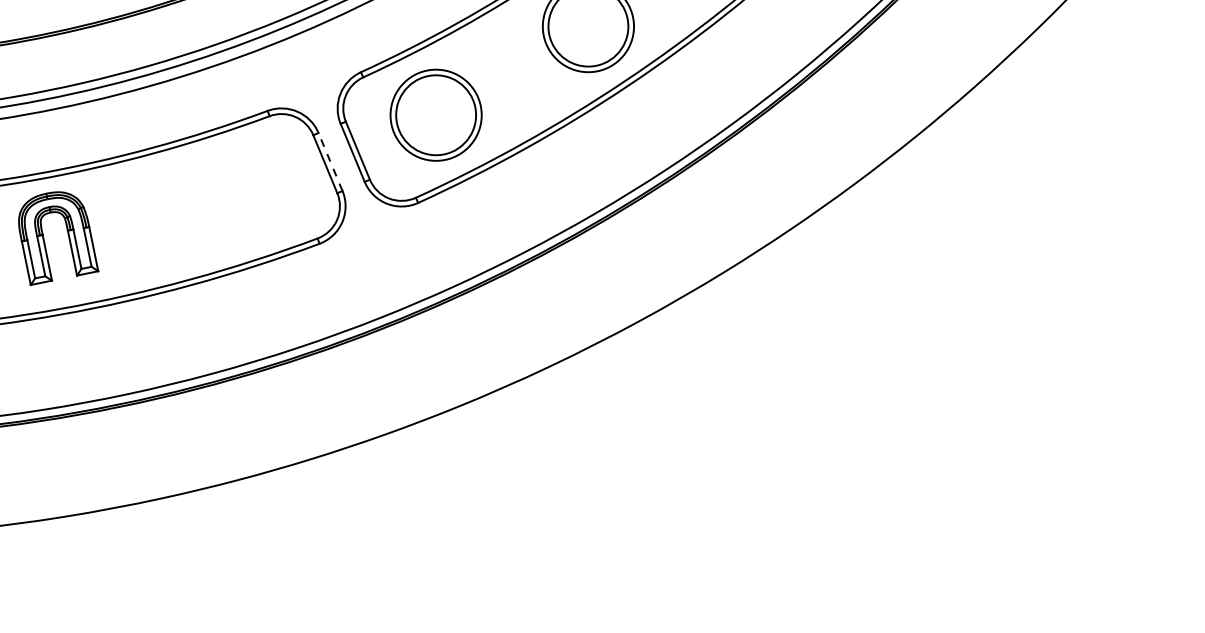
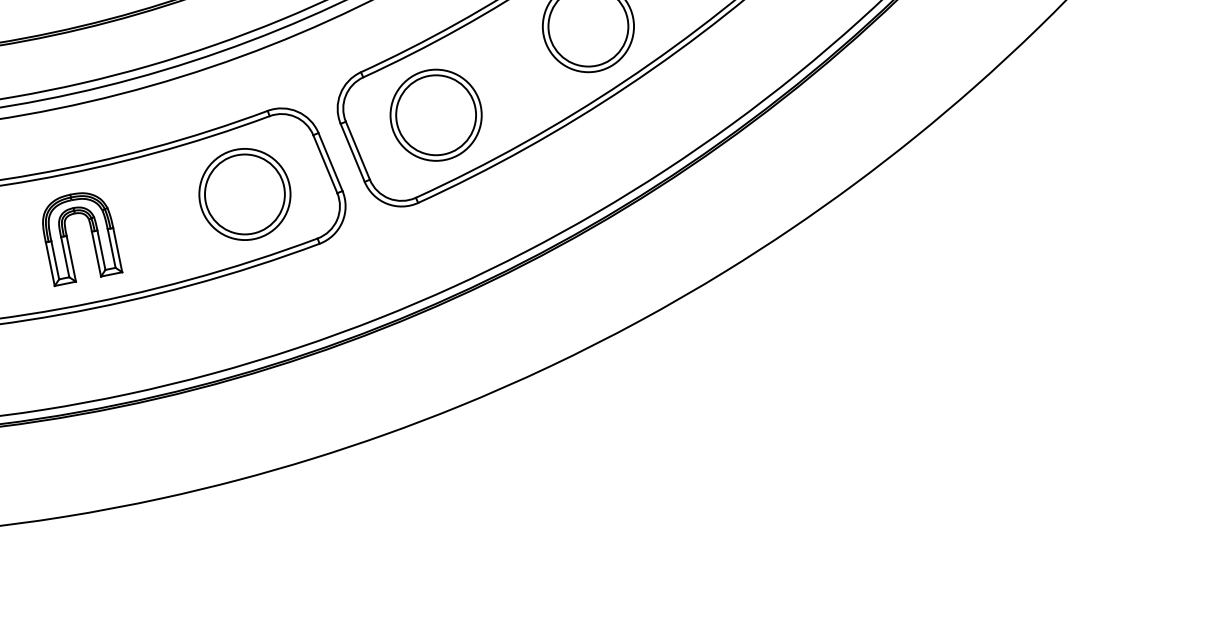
line at (330, 161): dashed -> solid
part at (244, 194): none -> present
part at (67, 234) position: (67, 234) -> (91, 235)
